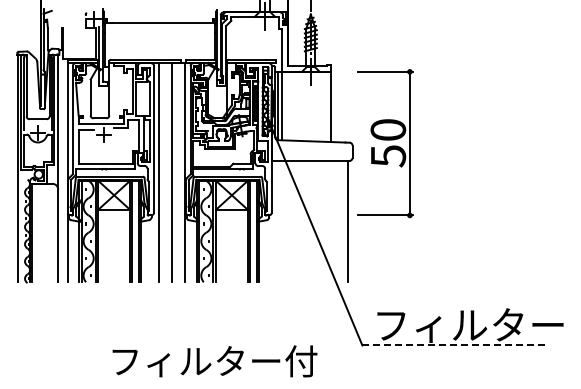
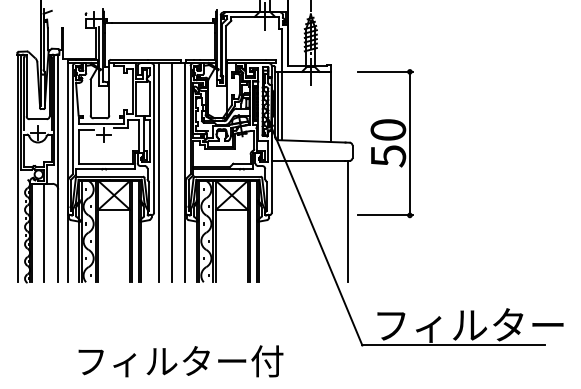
line at (44, 232): none -> present
line at (453, 345): dashed -> solid
text at (214, 361) position: (214, 361) -> (180, 361)
